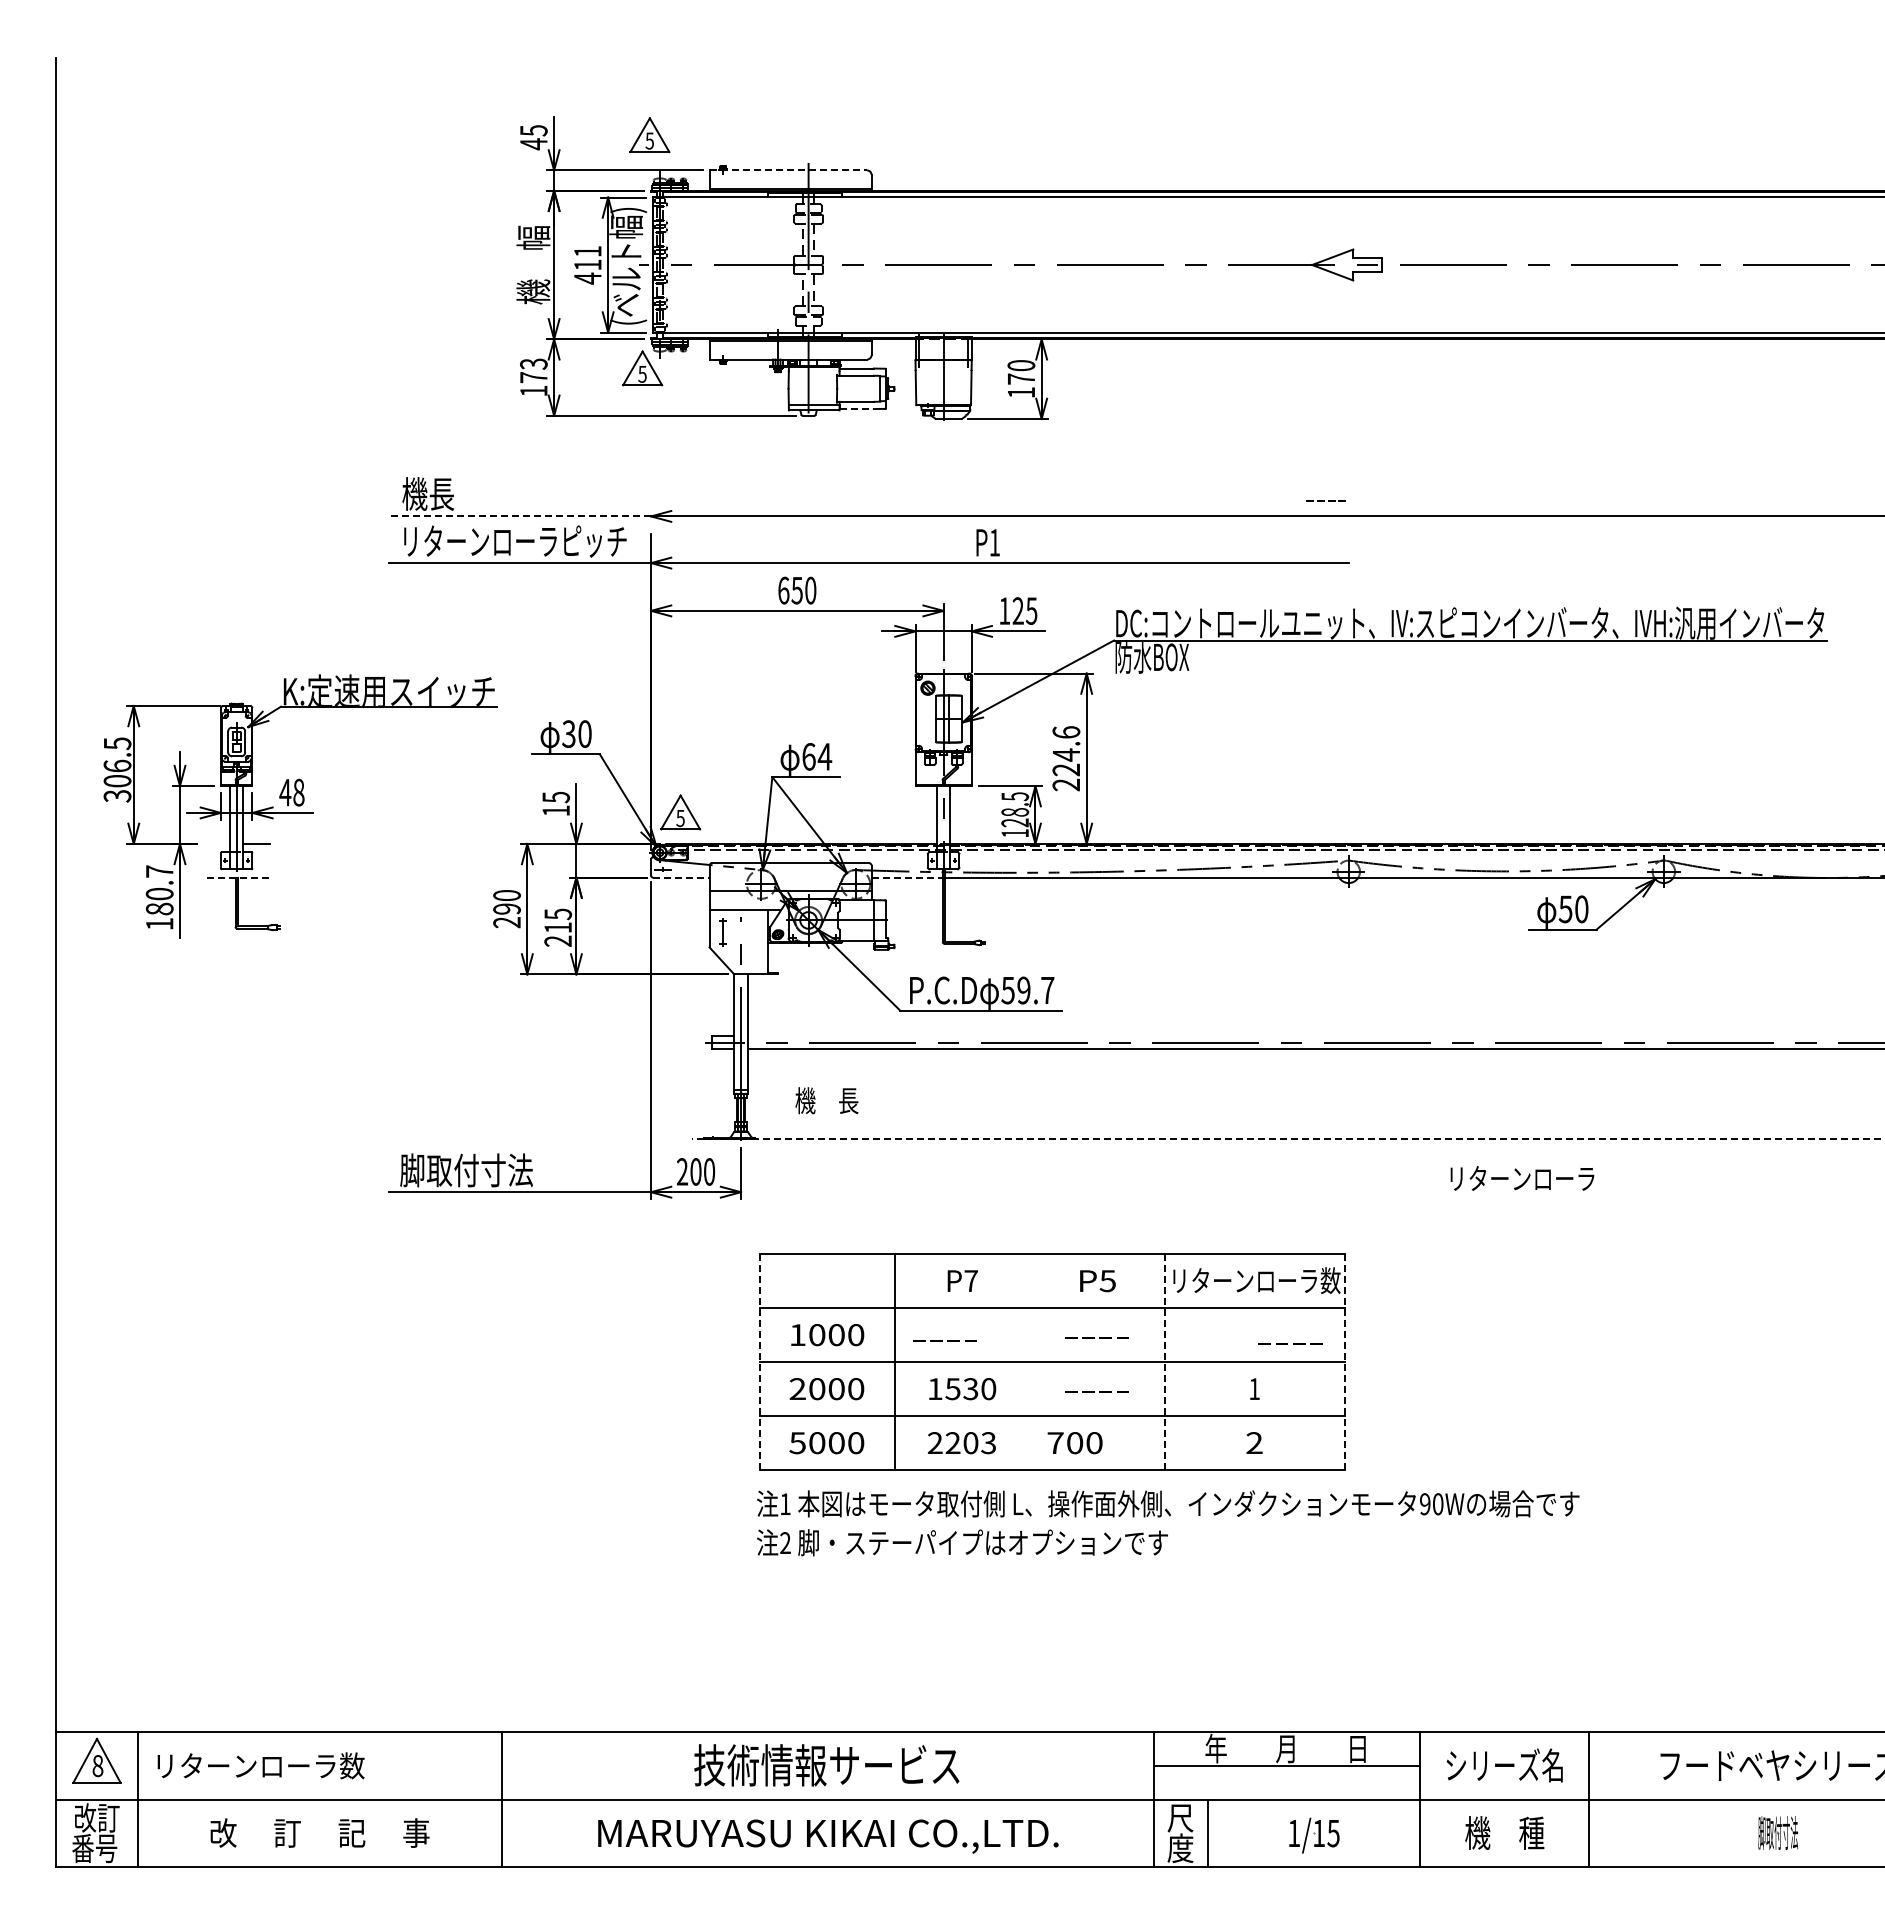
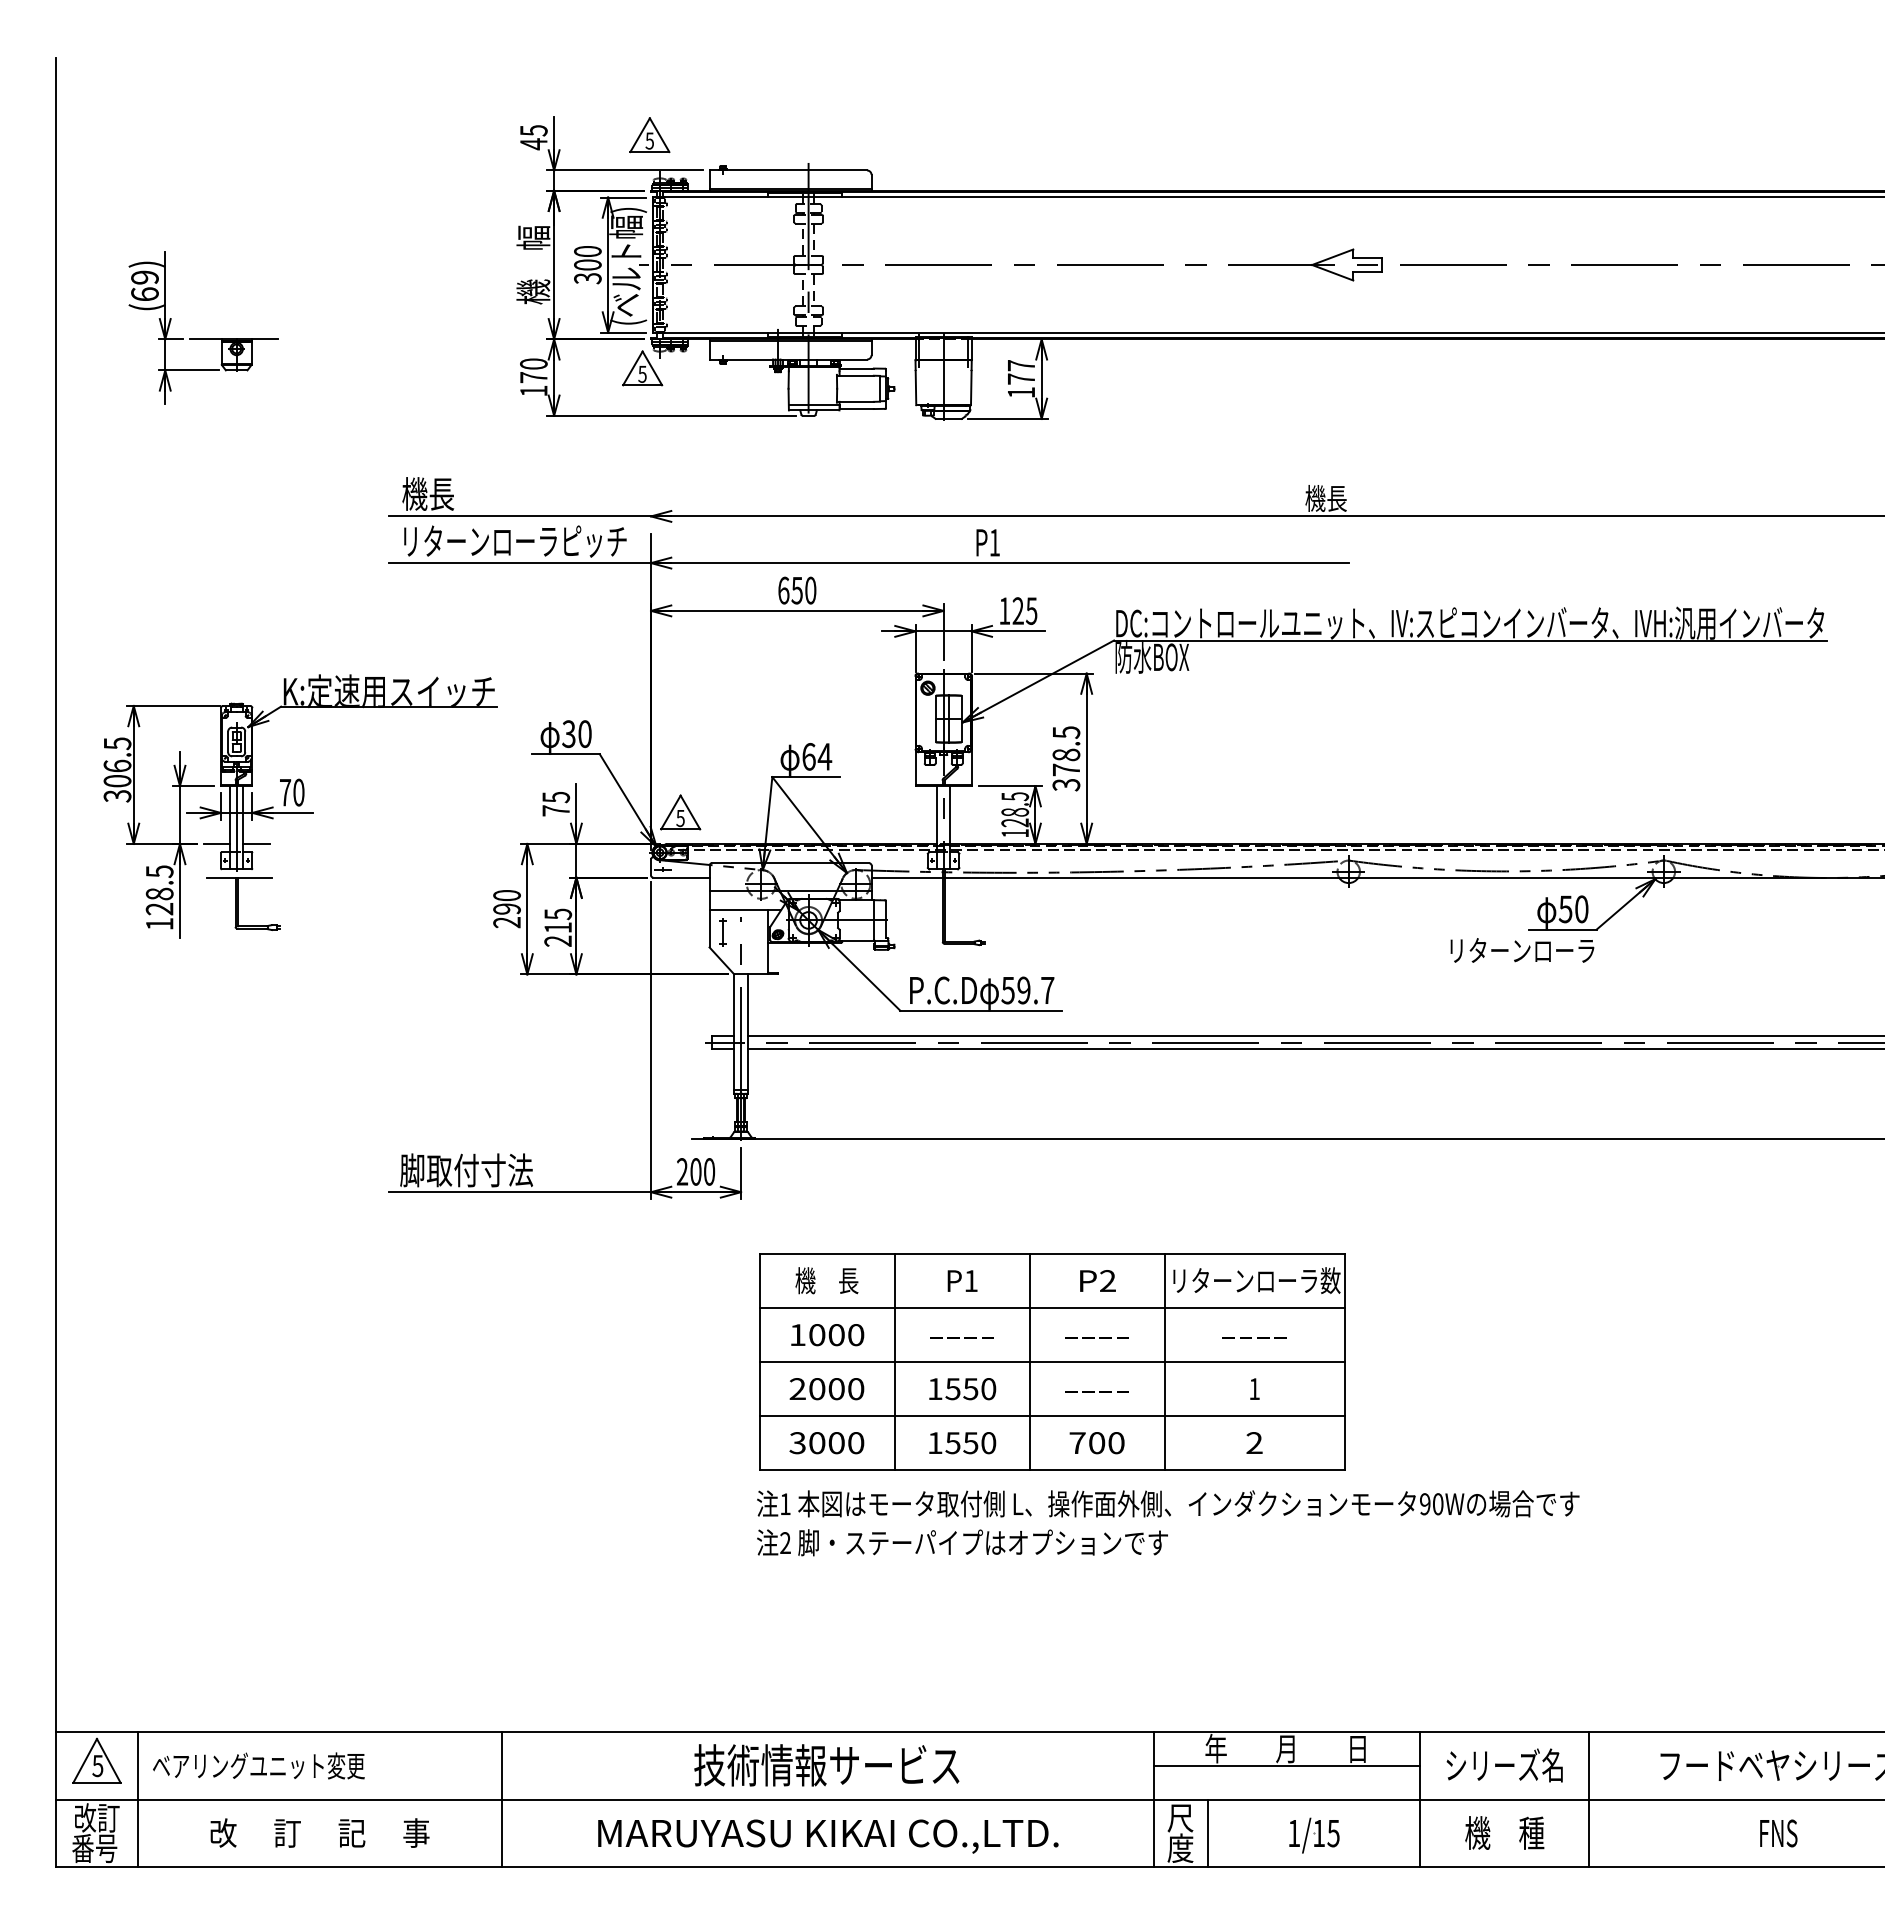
line at (788, 170): dashed -> solid
text at (587, 265): 411 -> 300
part at (203, 338): none -> present
text at (533, 363): 173 -> 170
text at (1021, 365): 170 -> 177
line at (857, 409): dashed -> solid
text at (1325, 498): ---- -> 機長
line at (520, 516): dashed -> solid
text at (1066, 758): 224.6 -> 378.5
text at (291, 792): 48 -> 70
text at (555, 810): 15 -> 75
line at (216, 843): none -> present
line at (239, 877): dashed -> solid
line at (681, 877): dashed -> solid
line at (907, 877): dashed -> solid
text at (159, 890): 180.7 -> 128.5
line at (1314, 1036): none -> present
text at (826, 1100) position: (826, 1100) -> (826, 1280)
line at (1287, 1138): dashed -> solid
text at (1522, 1178) position: (1522, 1178) -> (1522, 950)
text at (970, 1280): P7 -> P1
text at (1107, 1281): P5 -> P2
text at (944, 1340) position: (944, 1340) -> (961, 1337)
text at (1290, 1343) position: (1290, 1343) -> (1254, 1337)
line at (759, 1361): dashed -> solid
line at (1164, 1361): dashed -> solid
line at (1029, 1362): none -> present
line at (1344, 1362): dashed -> solid
text at (971, 1388): 1530 -> 1550
text at (797, 1442): 5000 -> 3000
text at (961, 1443): 2203 -> 1550
text at (1074, 1443) position: (1074, 1443) -> (1096, 1443)
text at (97, 1765): 8 -> 5
text at (258, 1765): リターンローラ数 -> ベアリングユニット変更
text at (1778, 1832): 脚取付寸法 -> FNS
